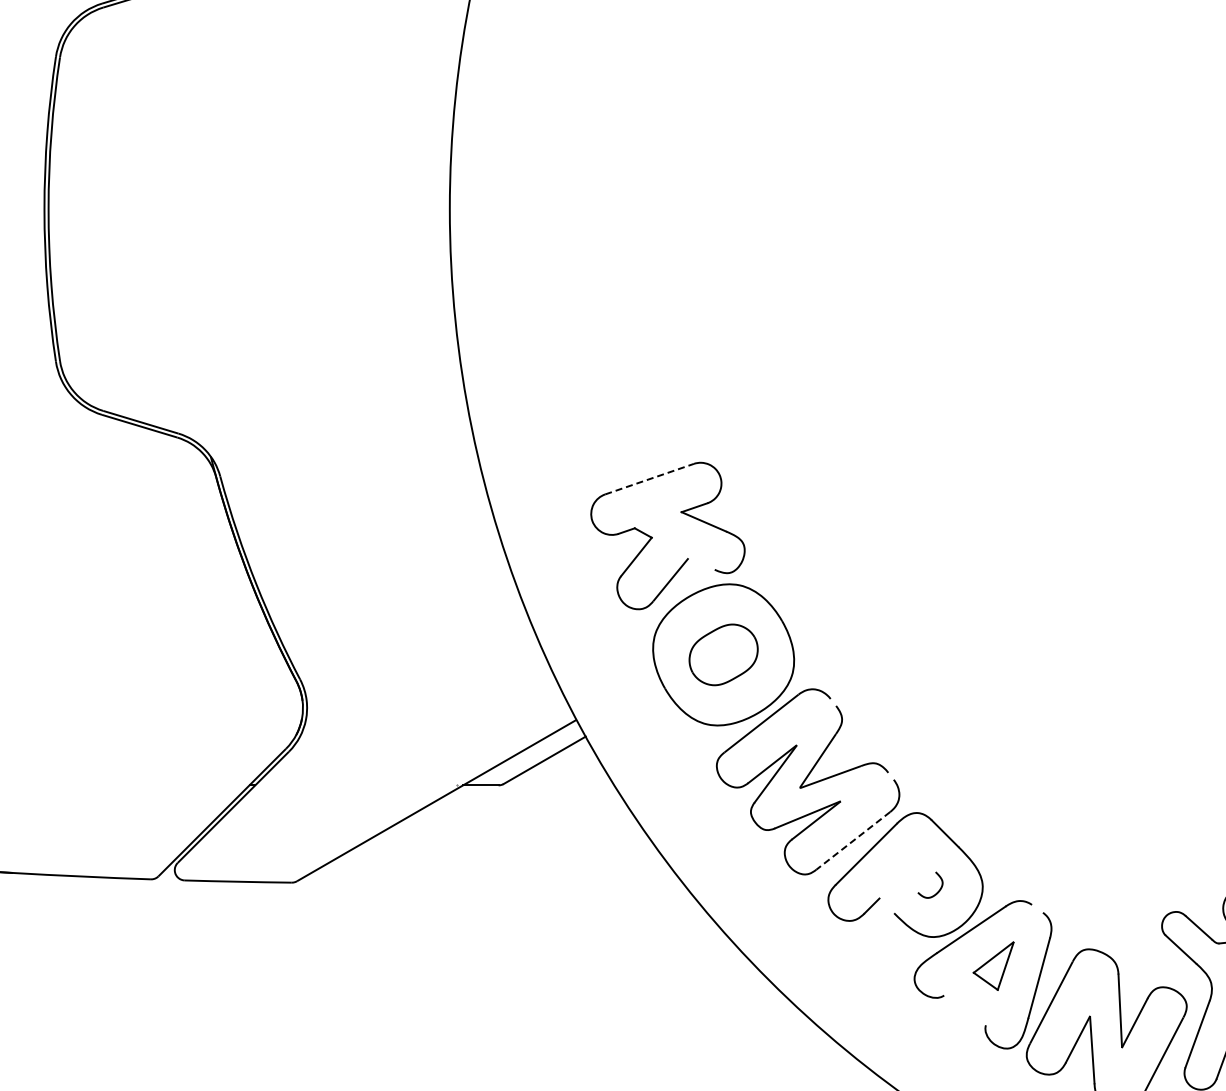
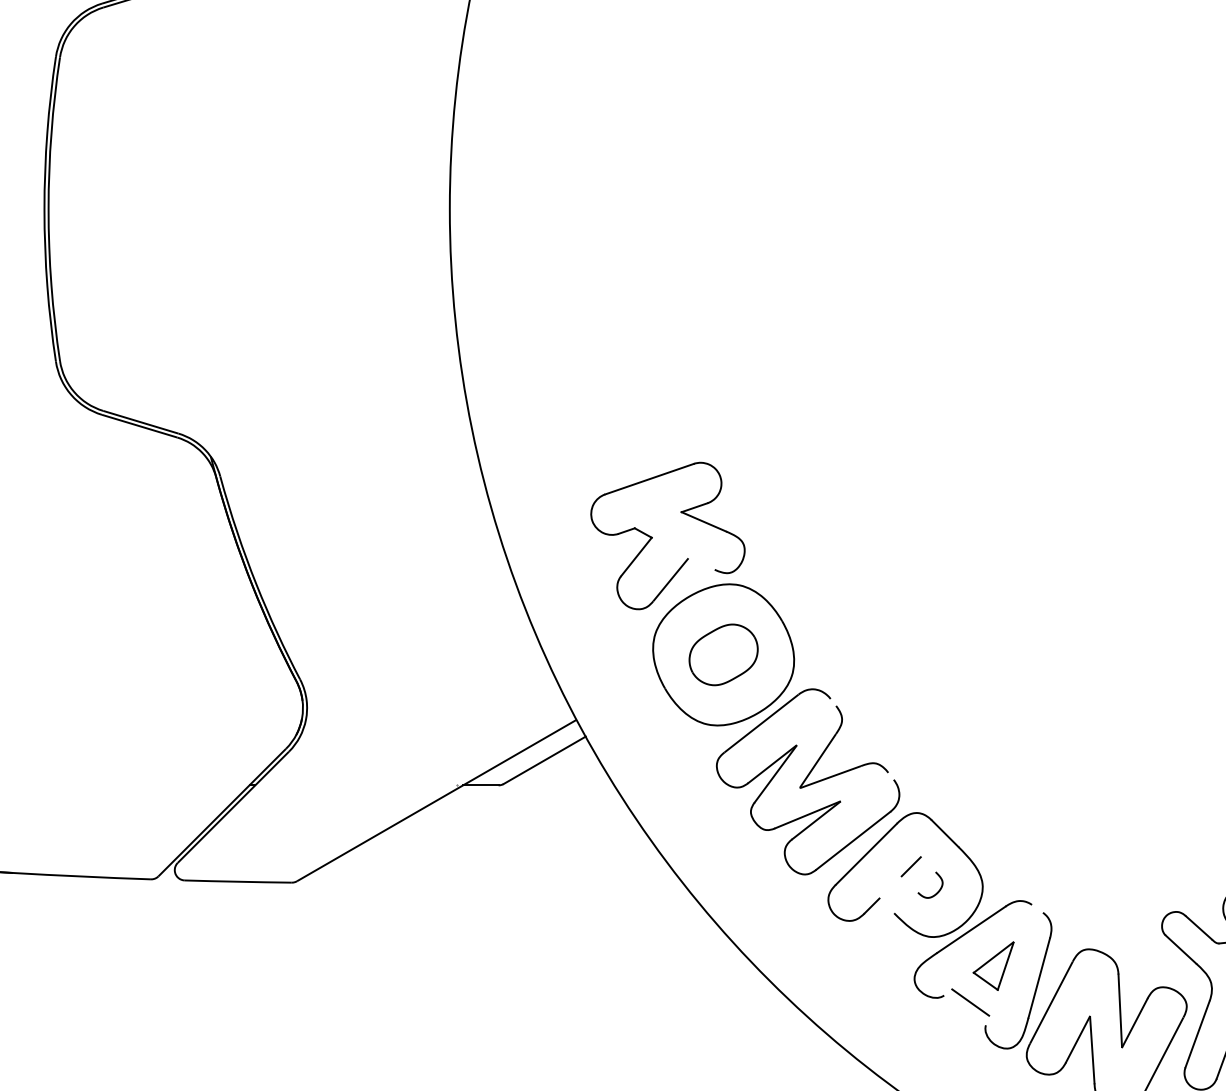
line at (649, 479): dashed -> solid
line at (853, 840): dashed -> solid
line at (910, 866): none -> present
line at (970, 1002): none -> present
